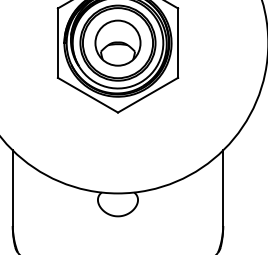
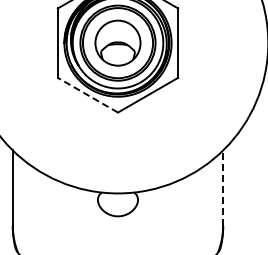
line at (87, 95): solid -> dashed
line at (223, 188): solid -> dashed
